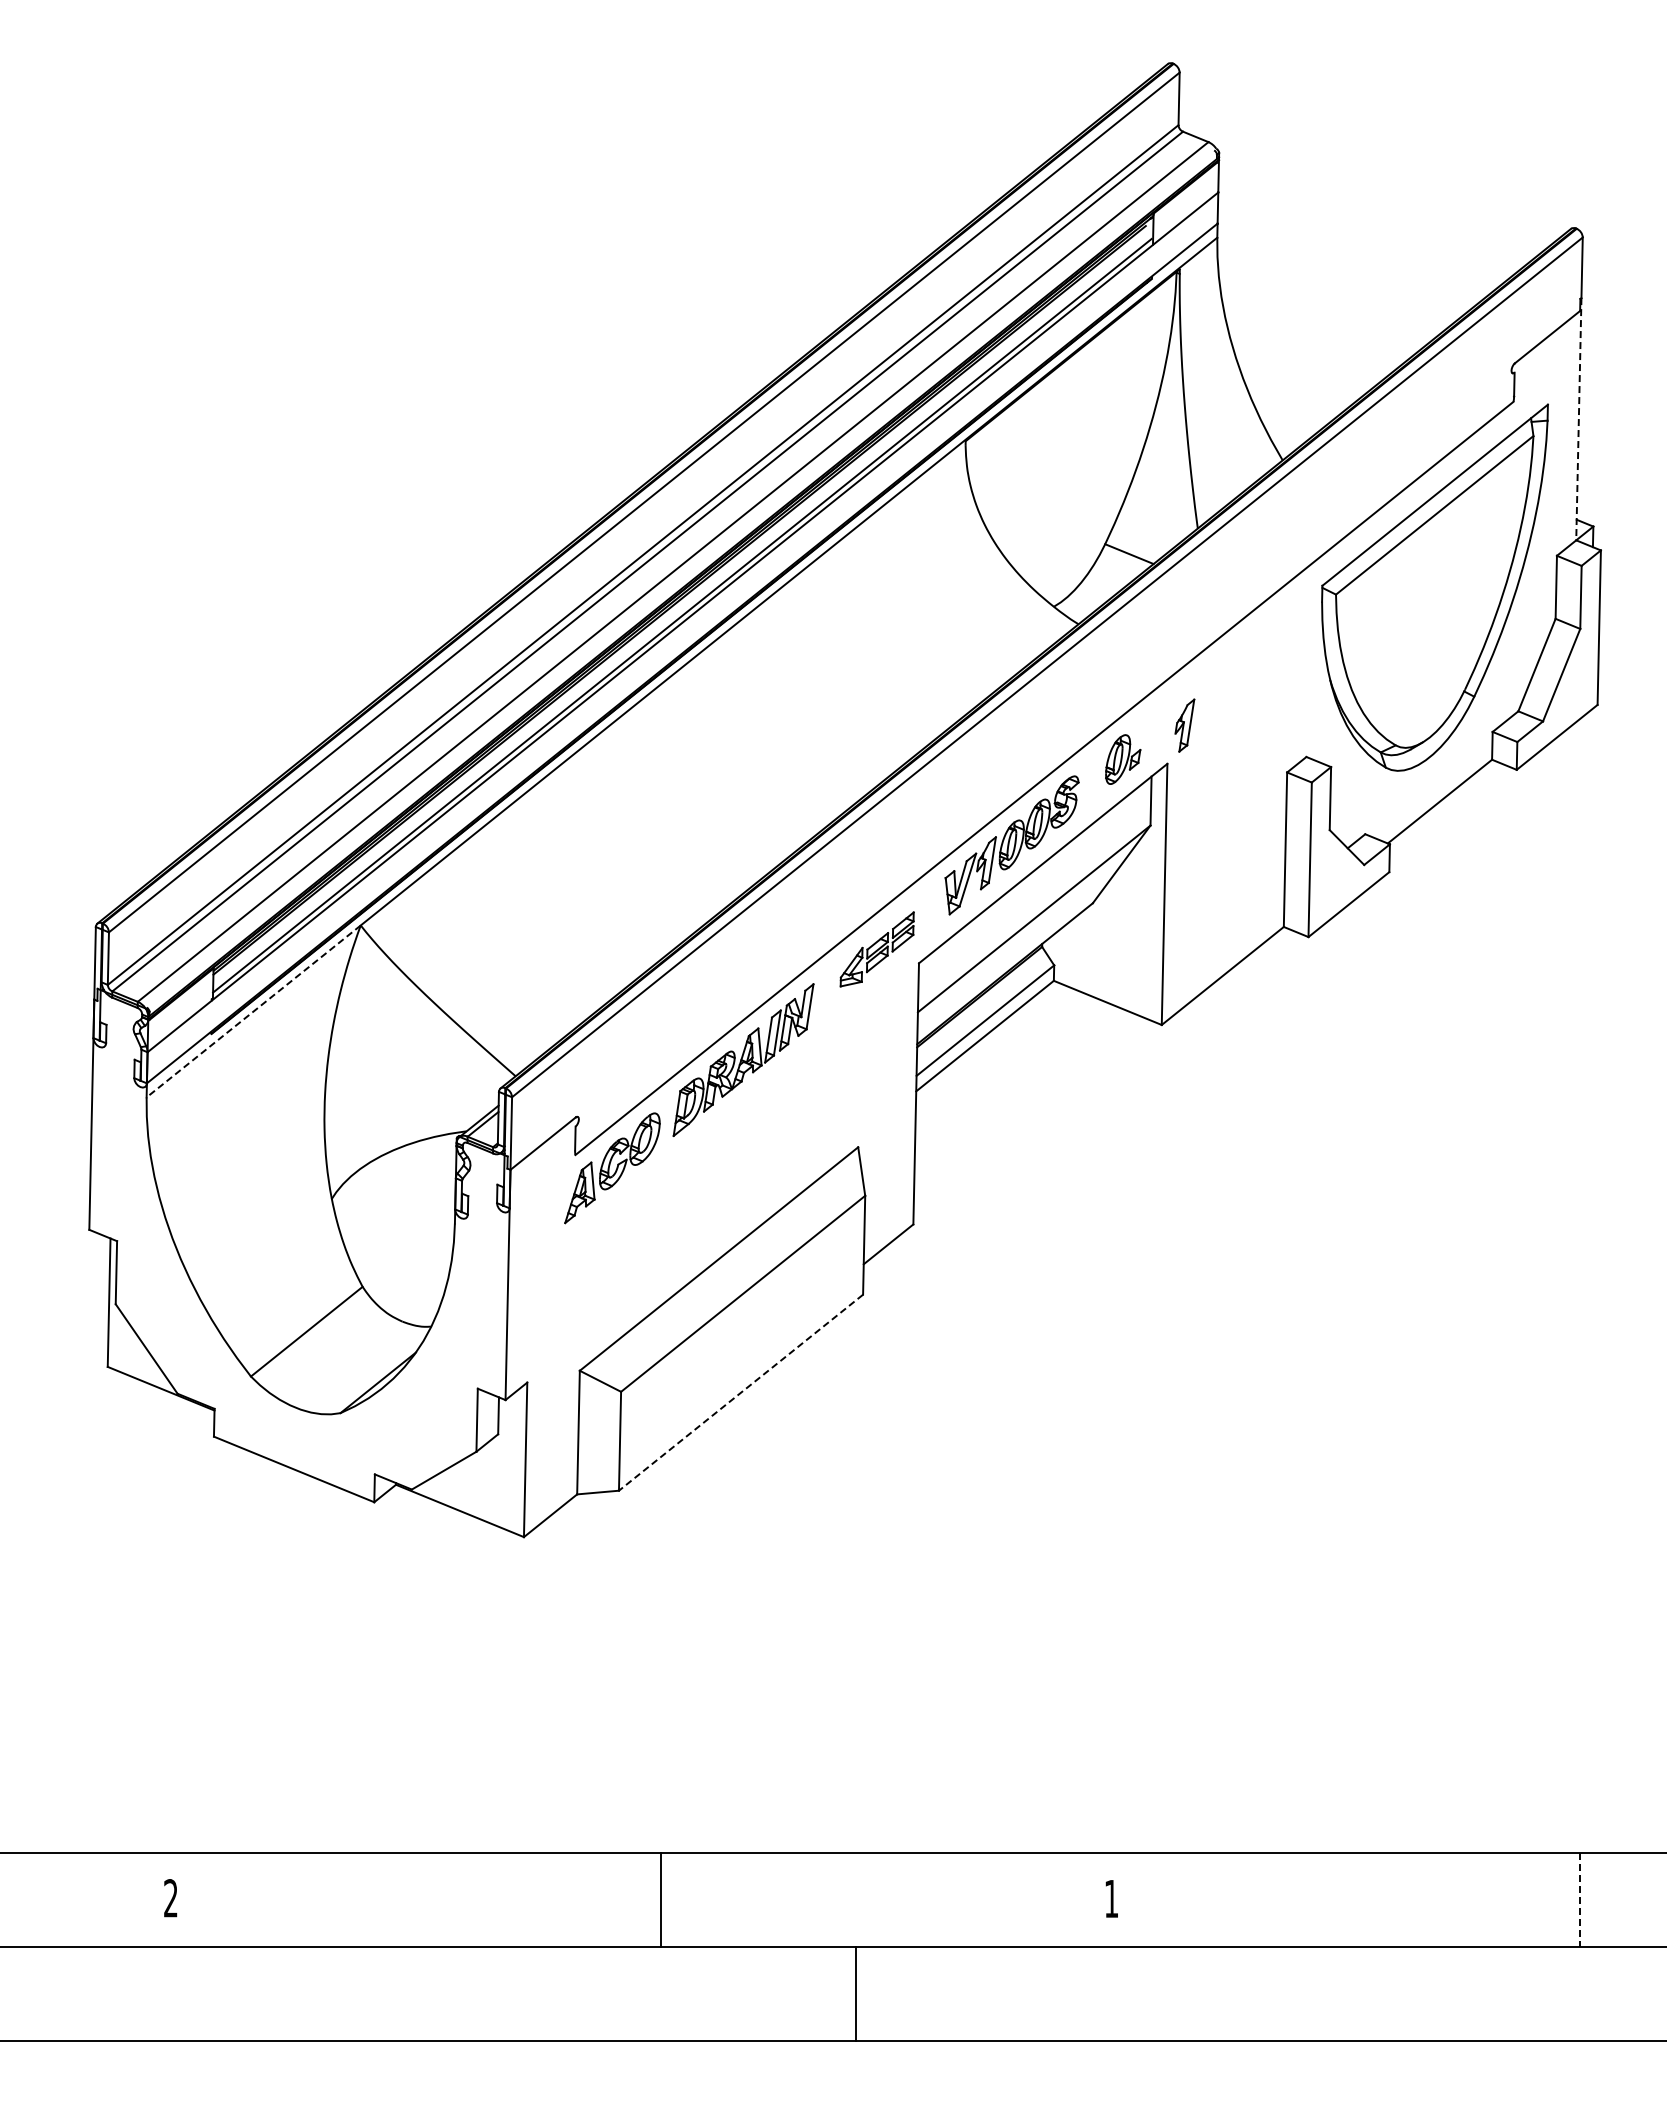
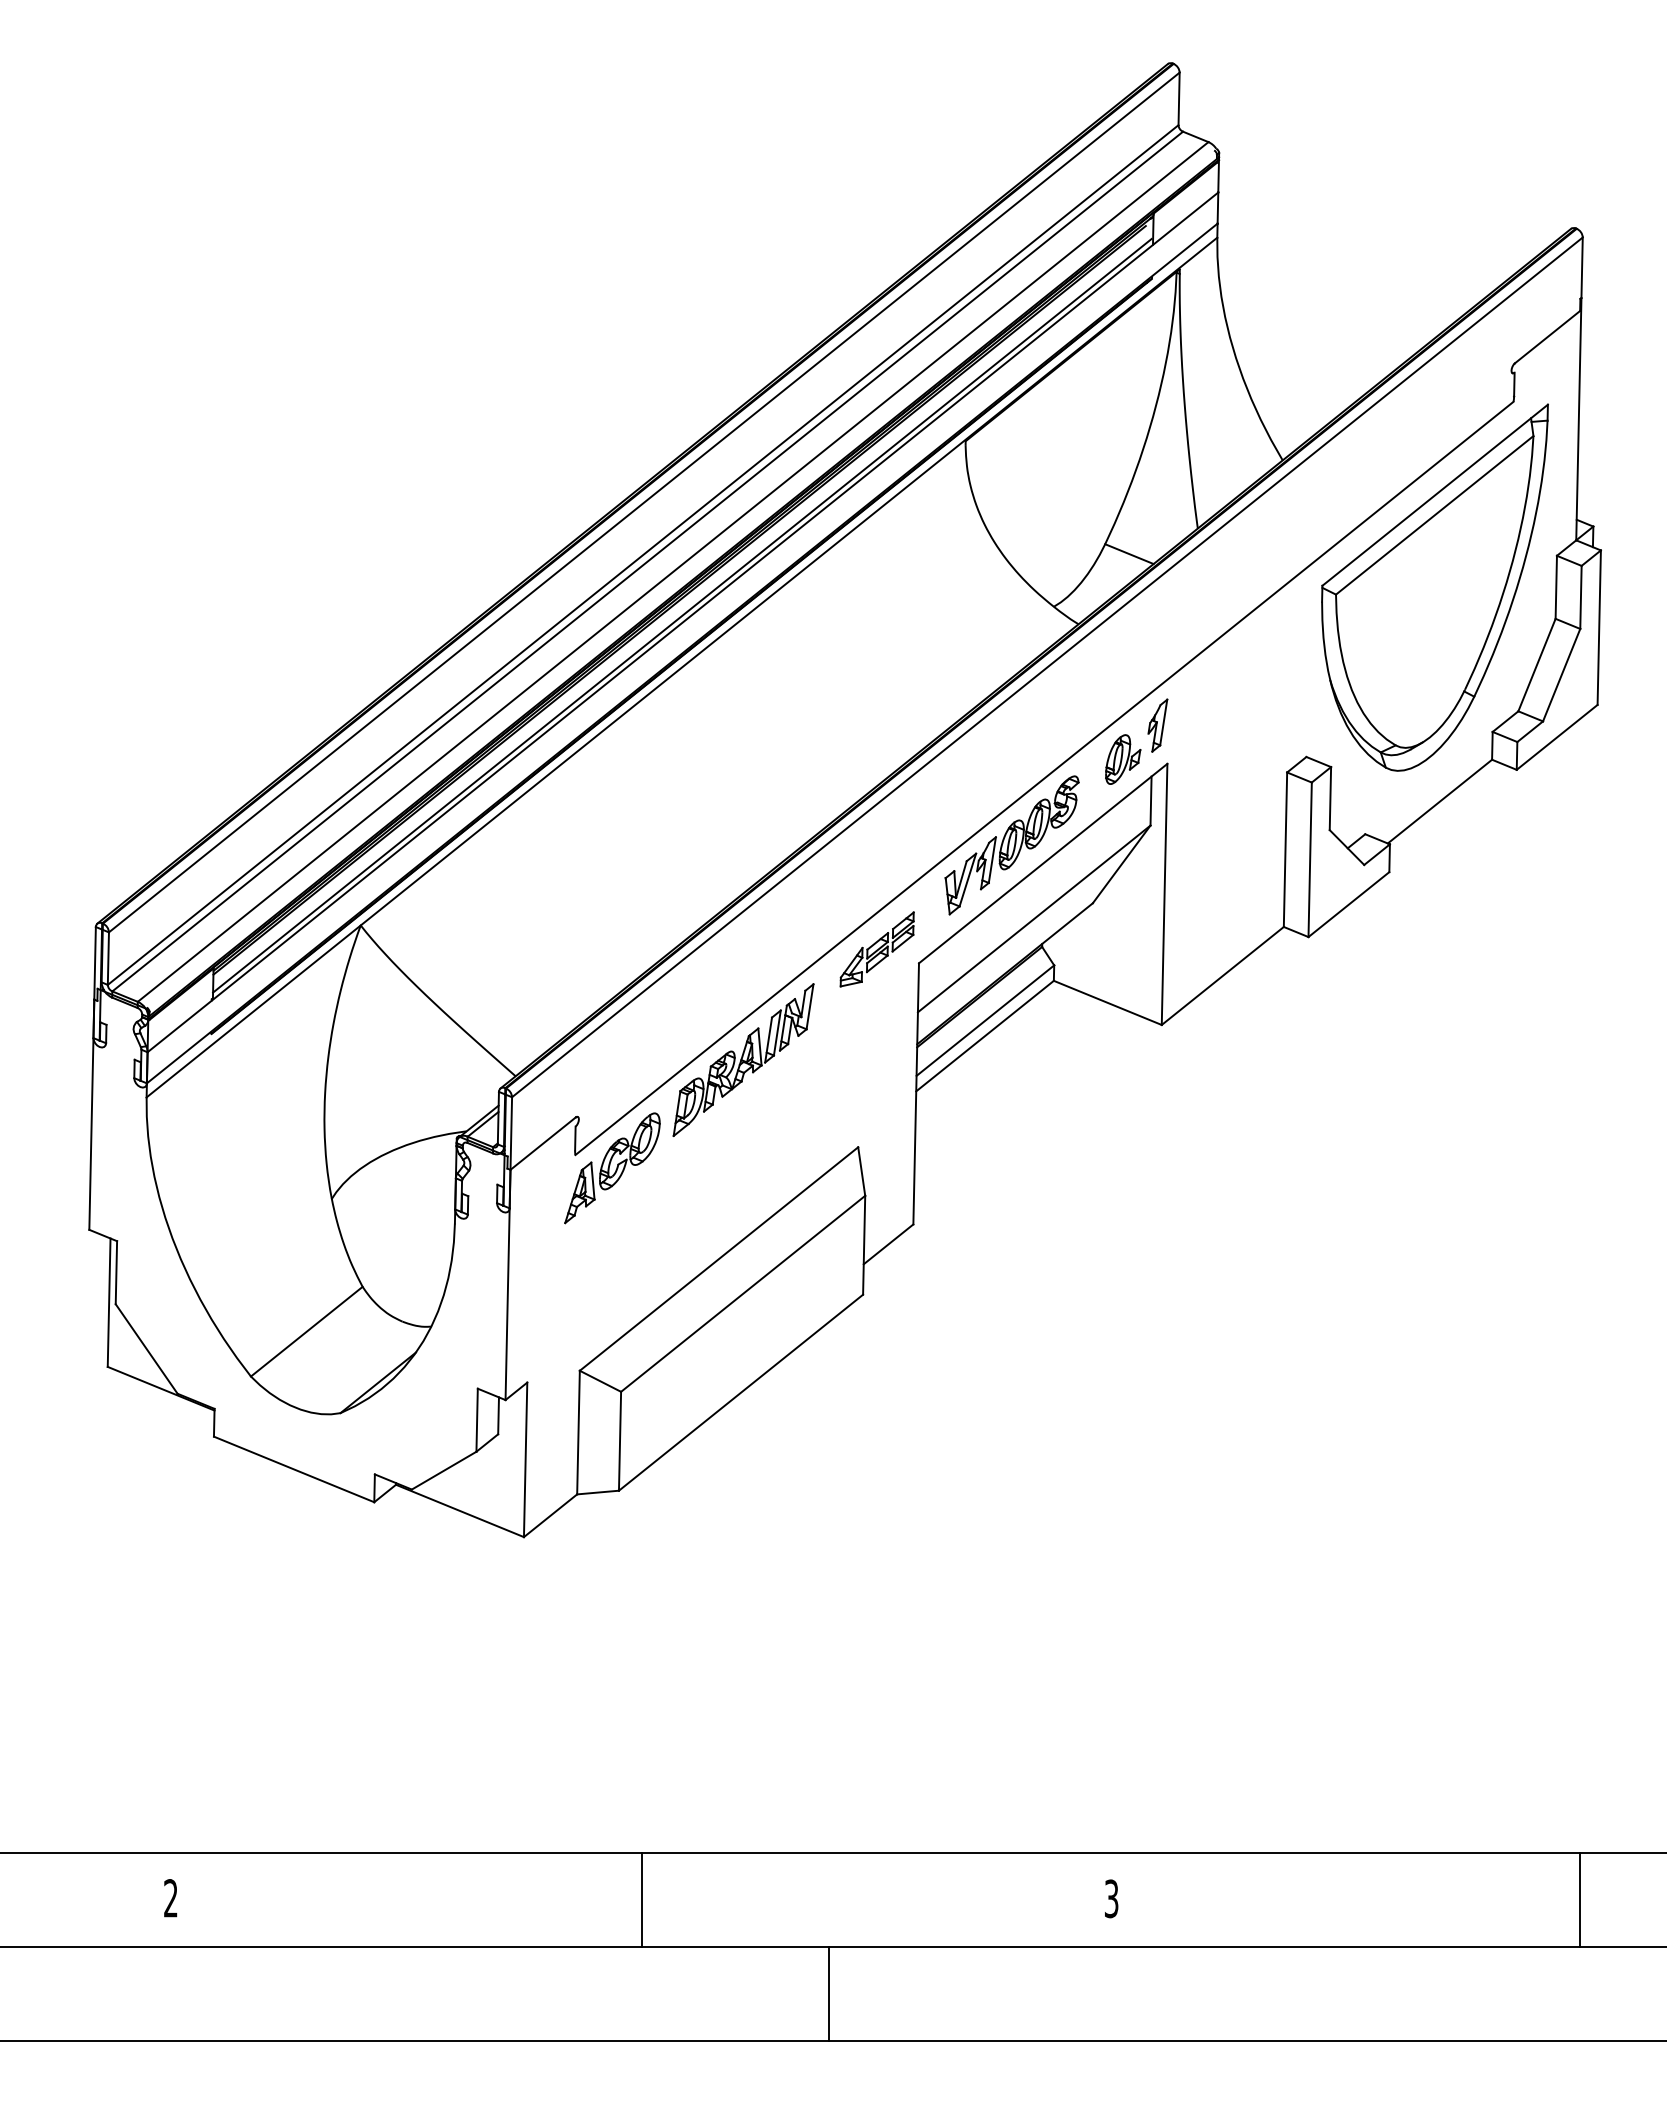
line at (1578, 419): dashed -> solid
part at (1184, 725) position: (1184, 725) -> (1157, 725)
line at (253, 1011): dashed -> solid
line at (741, 1392): dashed -> solid
text at (1111, 1898): 1 -> 3
line at (660, 1900) position: (660, 1900) -> (641, 1900)
line at (1580, 1900): dashed -> solid
line at (856, 1993) position: (856, 1993) -> (829, 1993)
